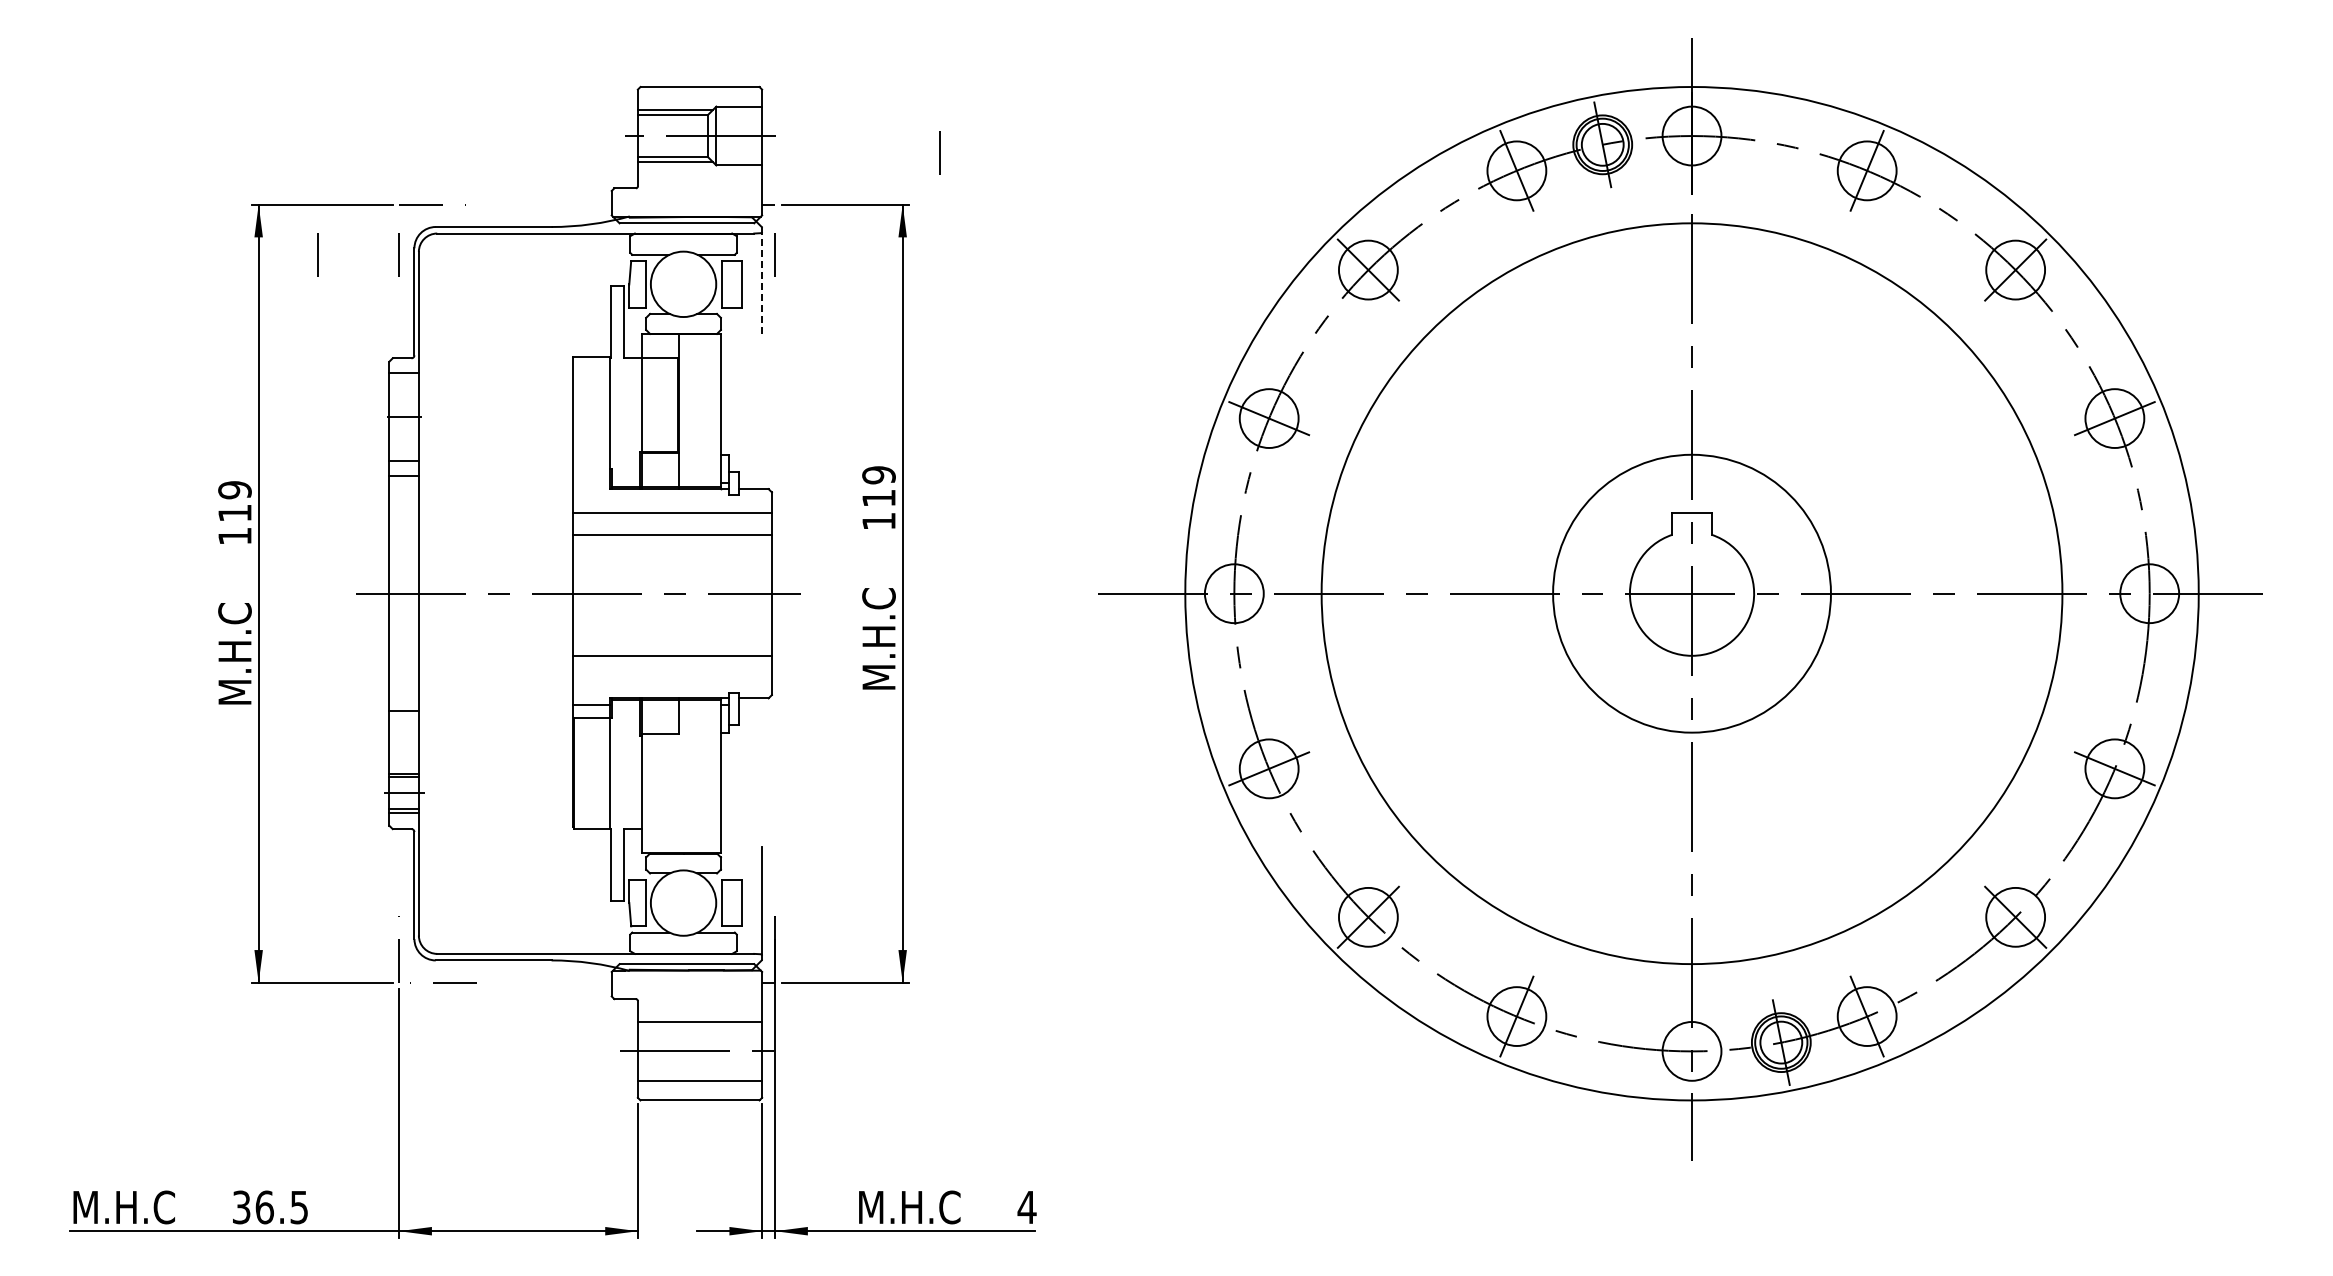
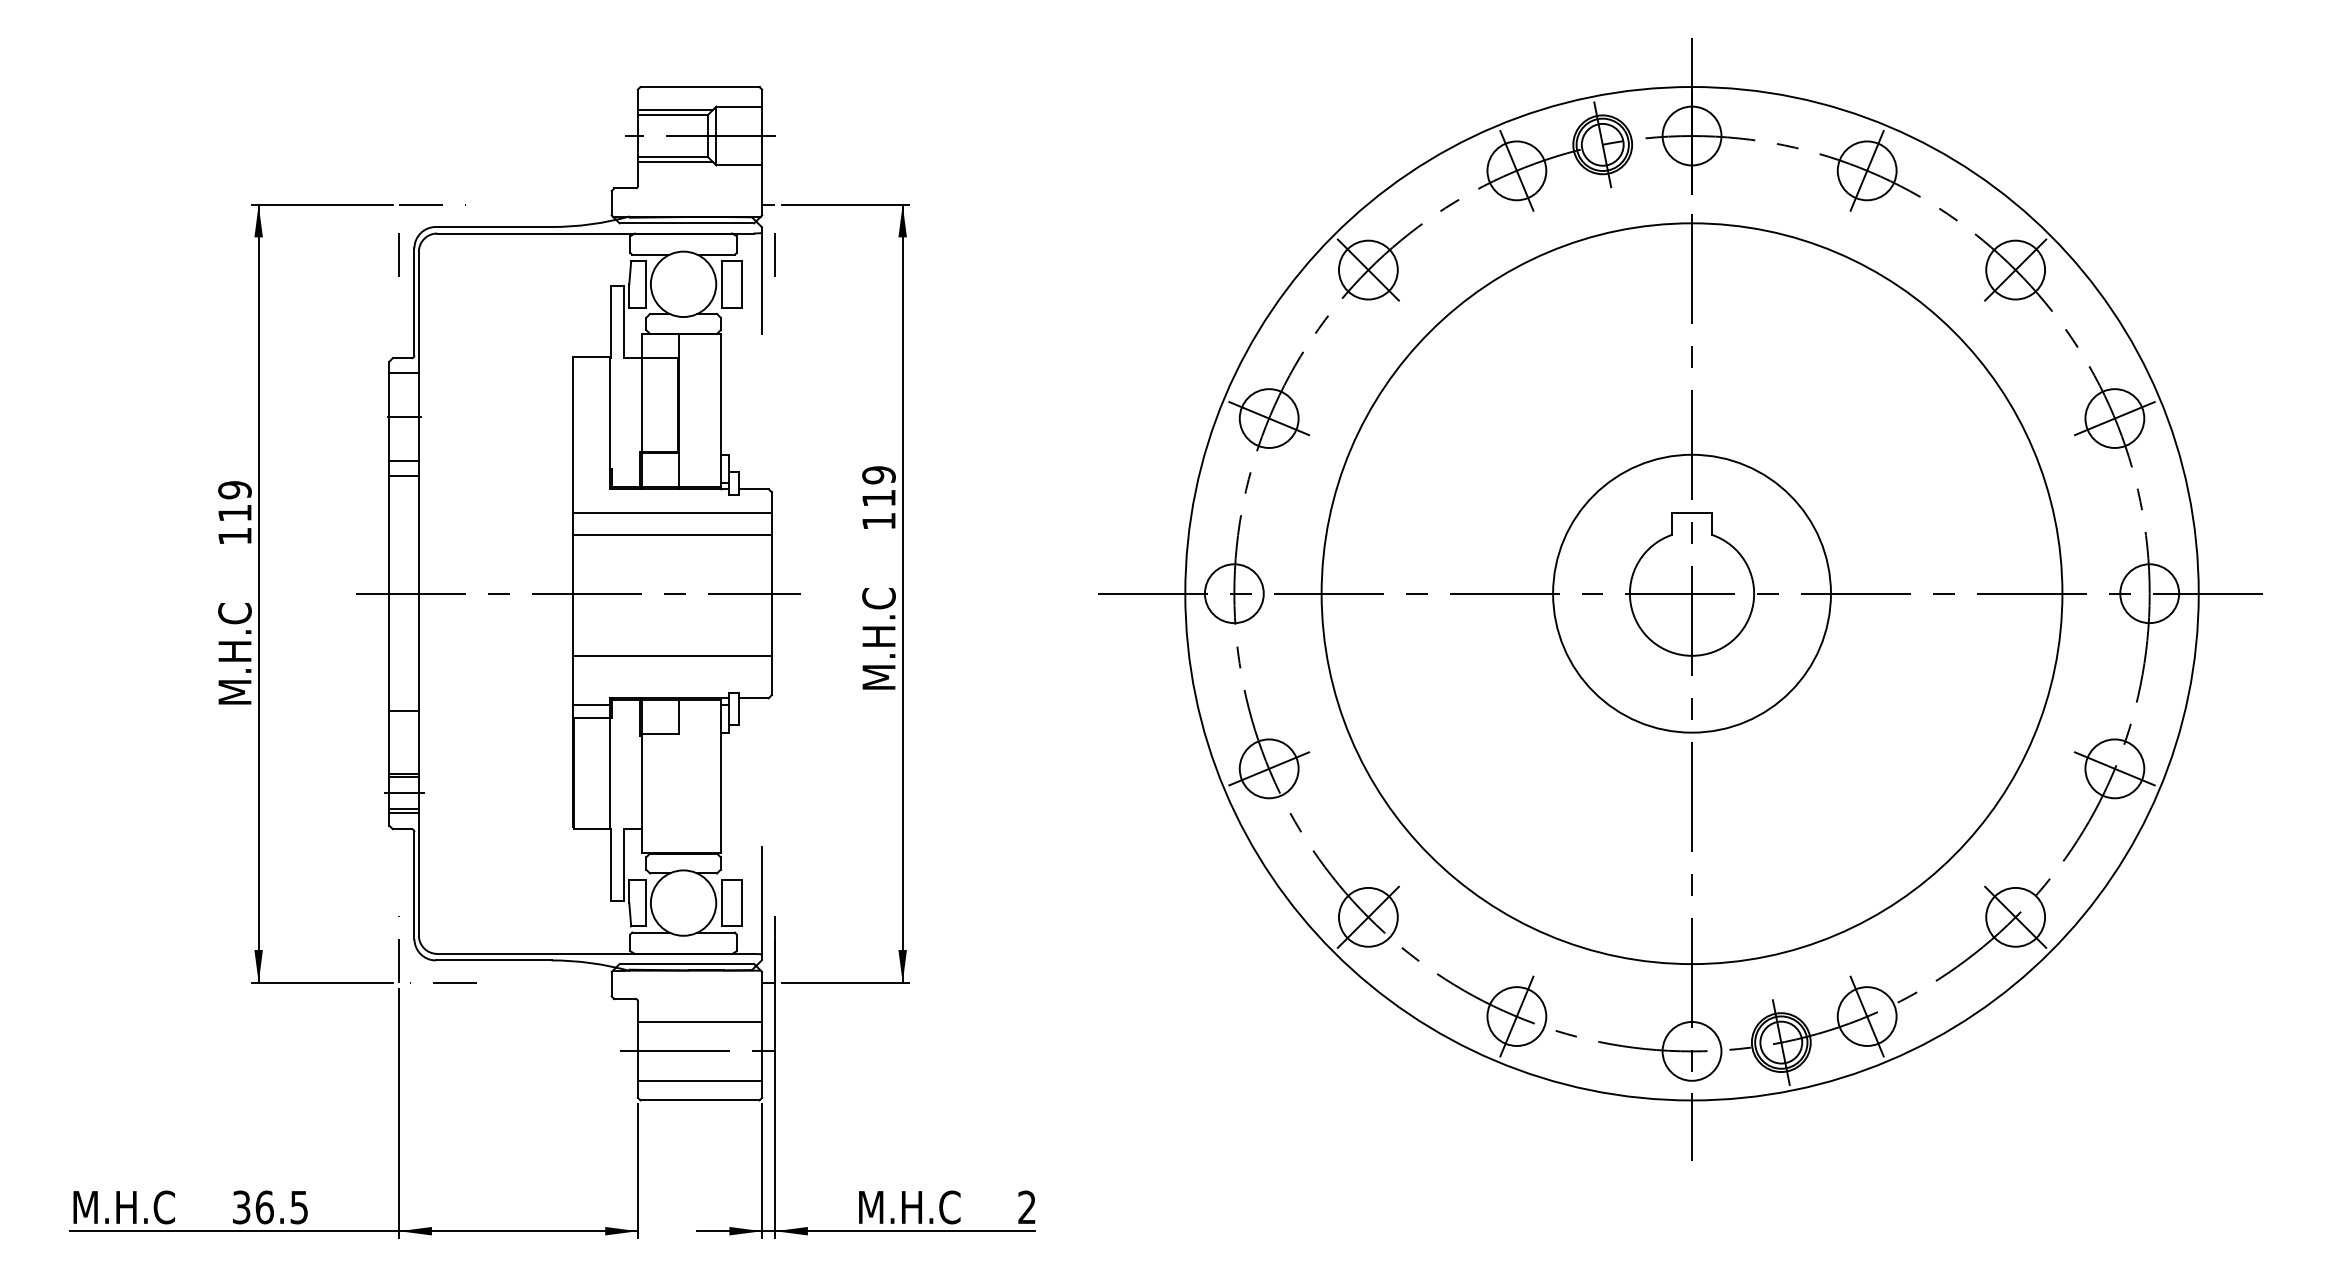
line at (939, 152): present -> none
line at (317, 254): present -> none
line at (762, 280): dashed -> solid
text at (1026, 1206): 4 -> 2
